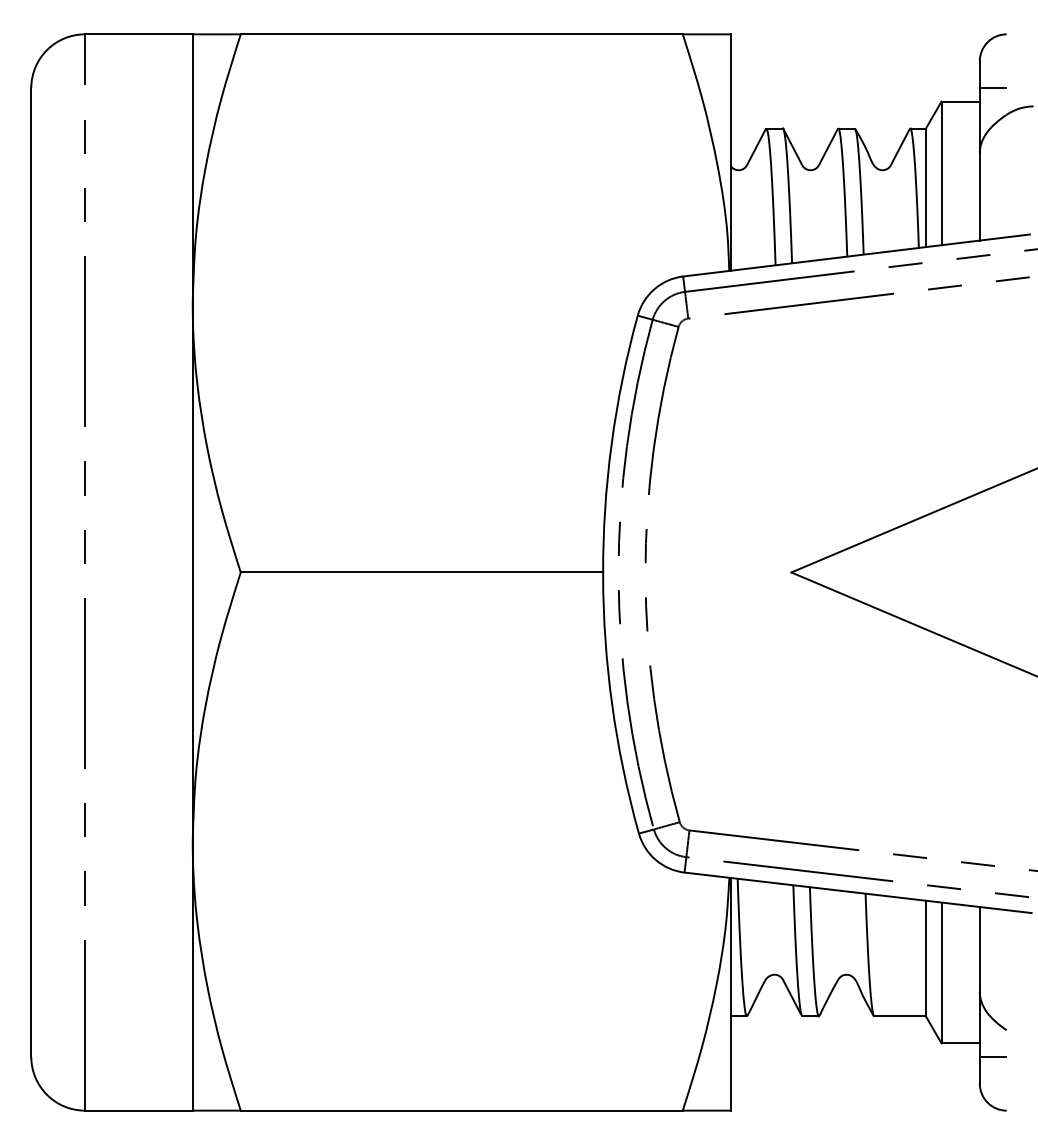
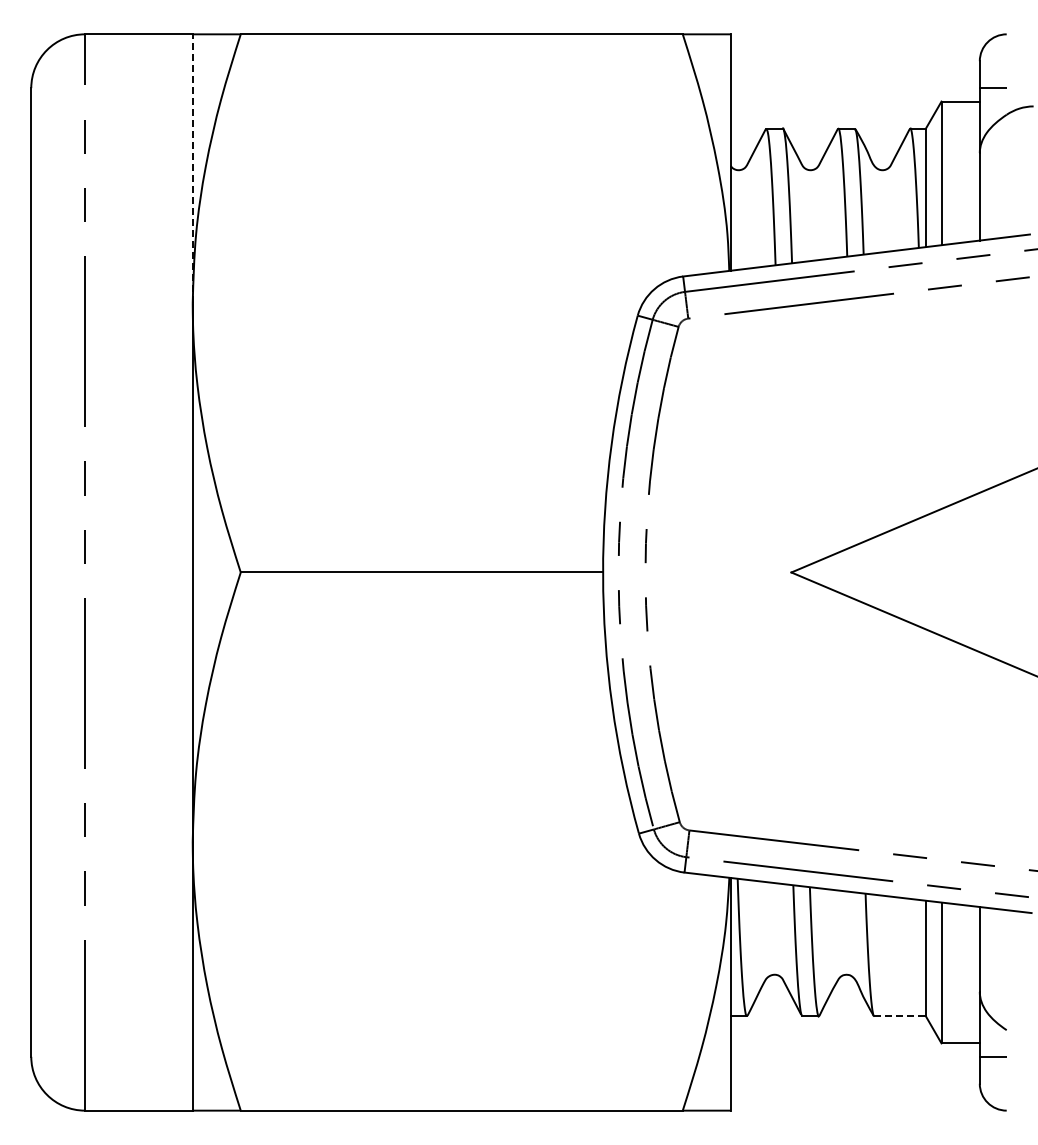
line at (192, 168): solid -> dashed
line at (900, 1016): solid -> dashed
